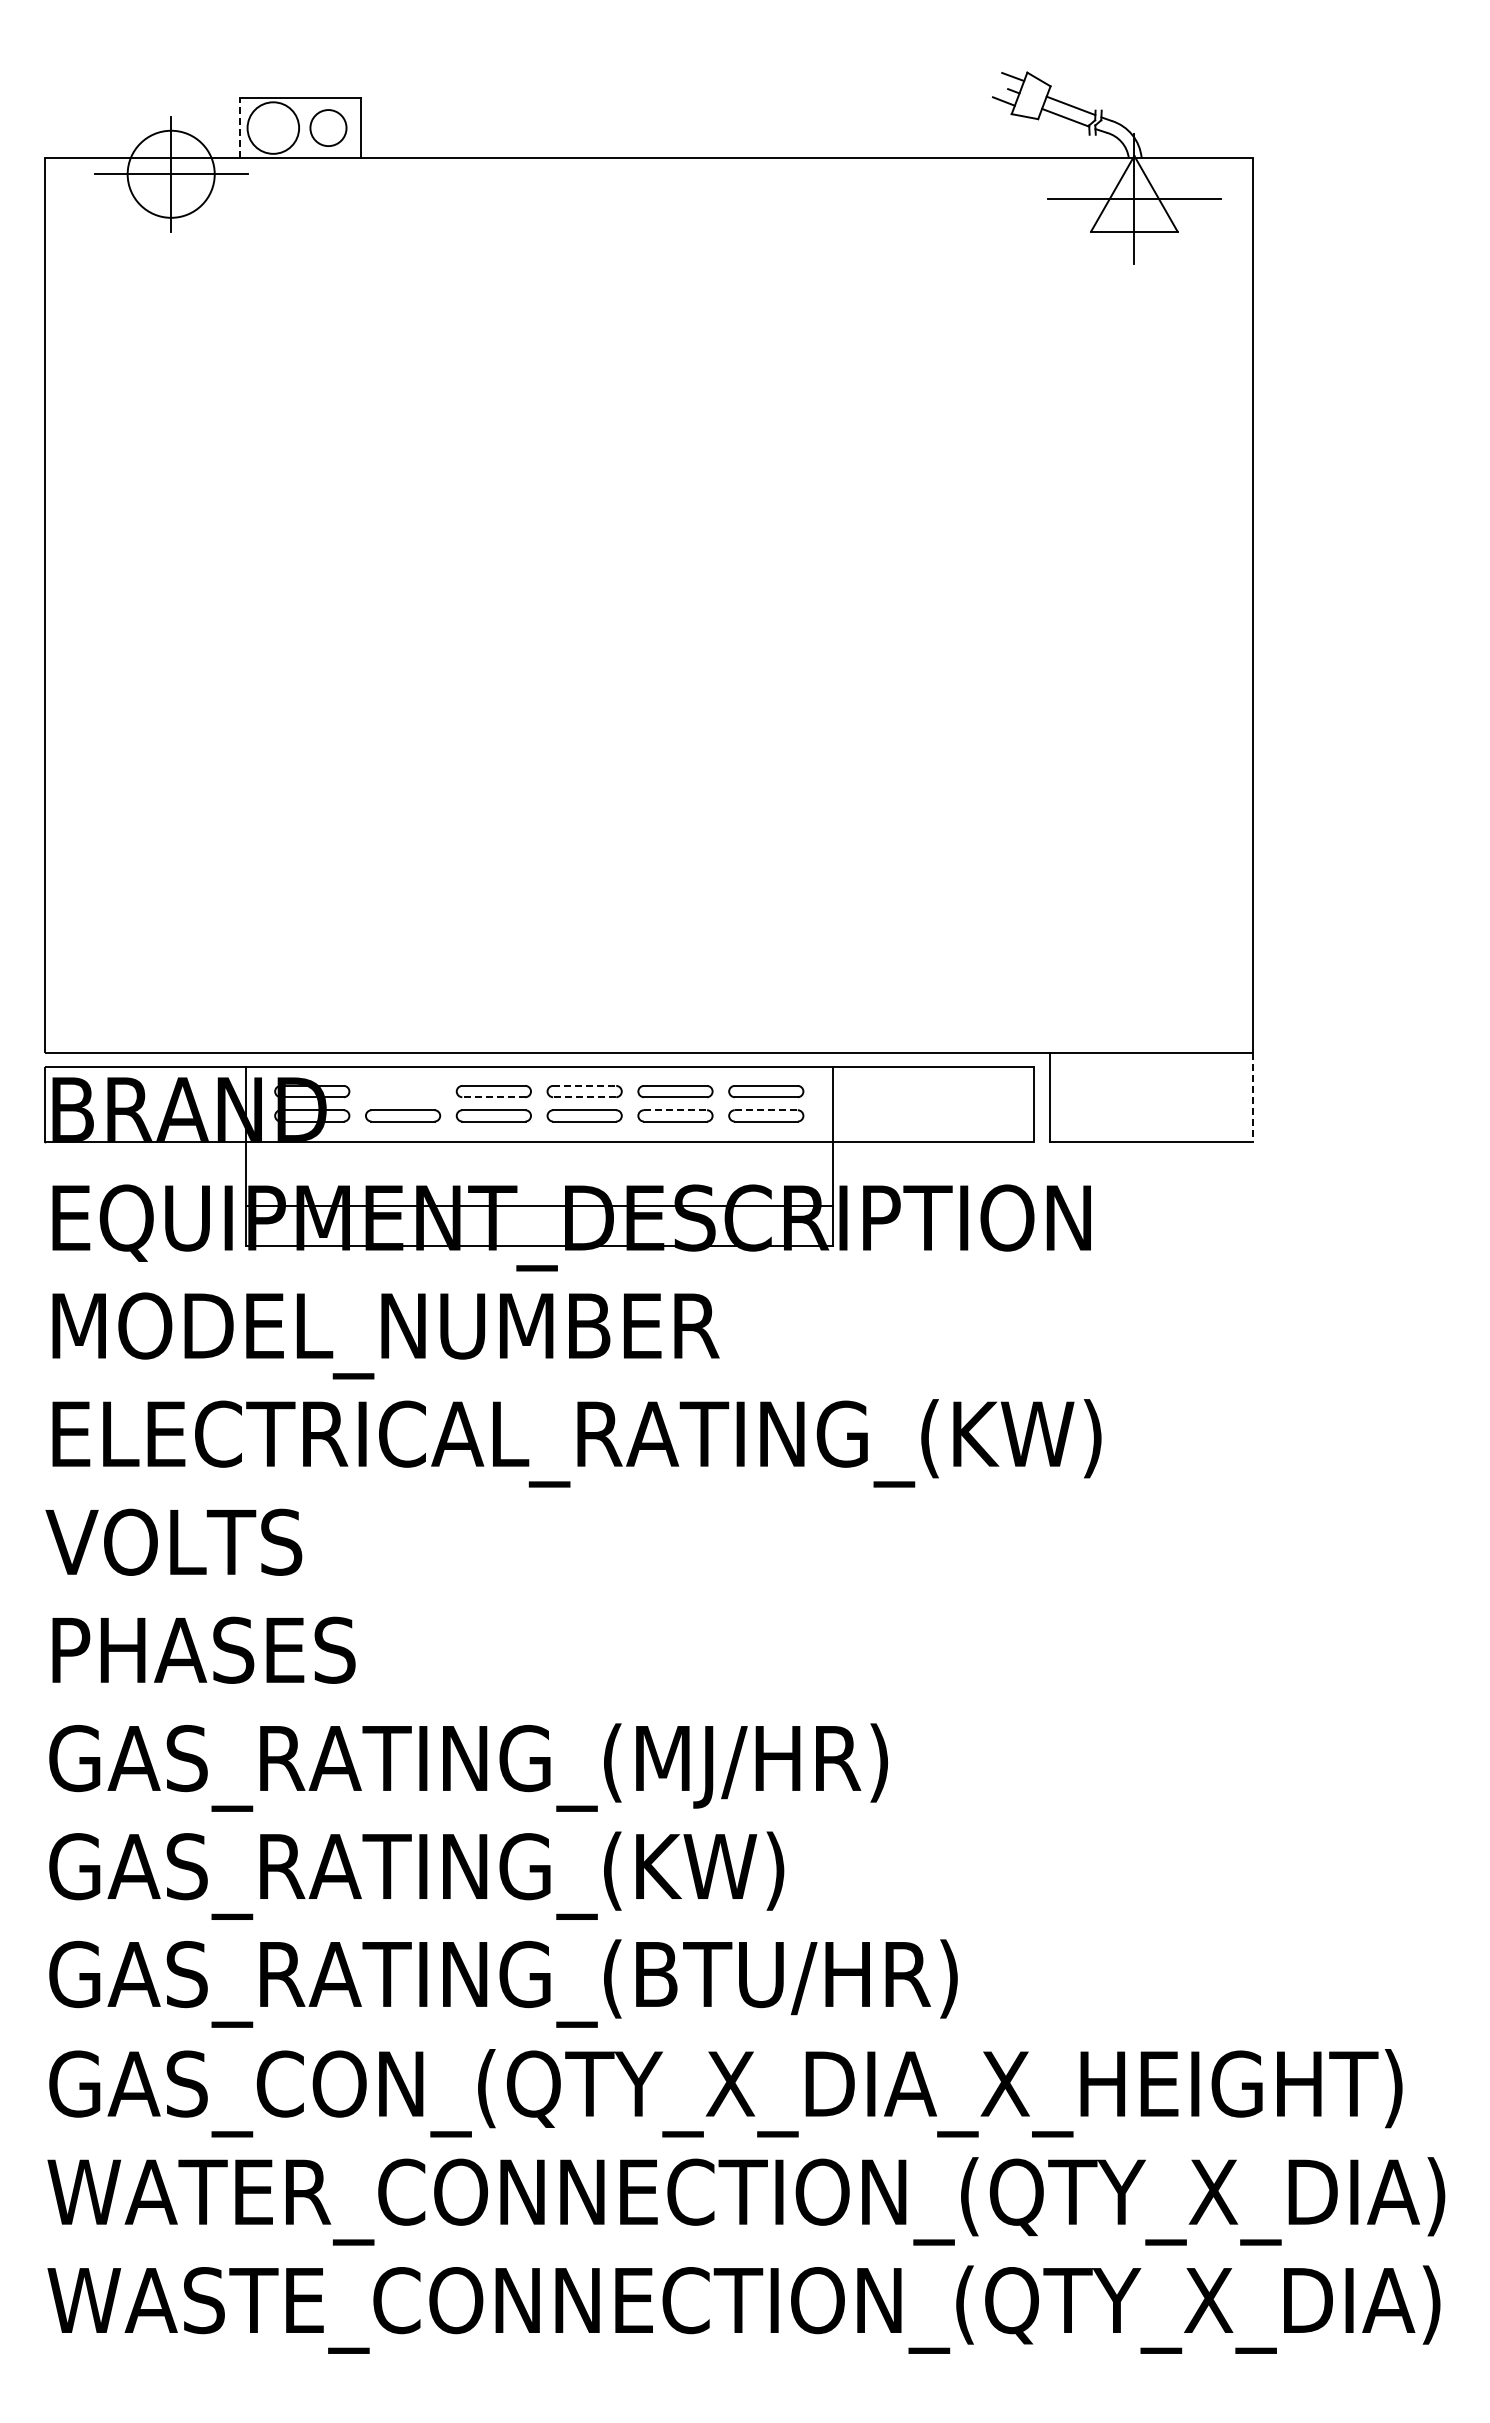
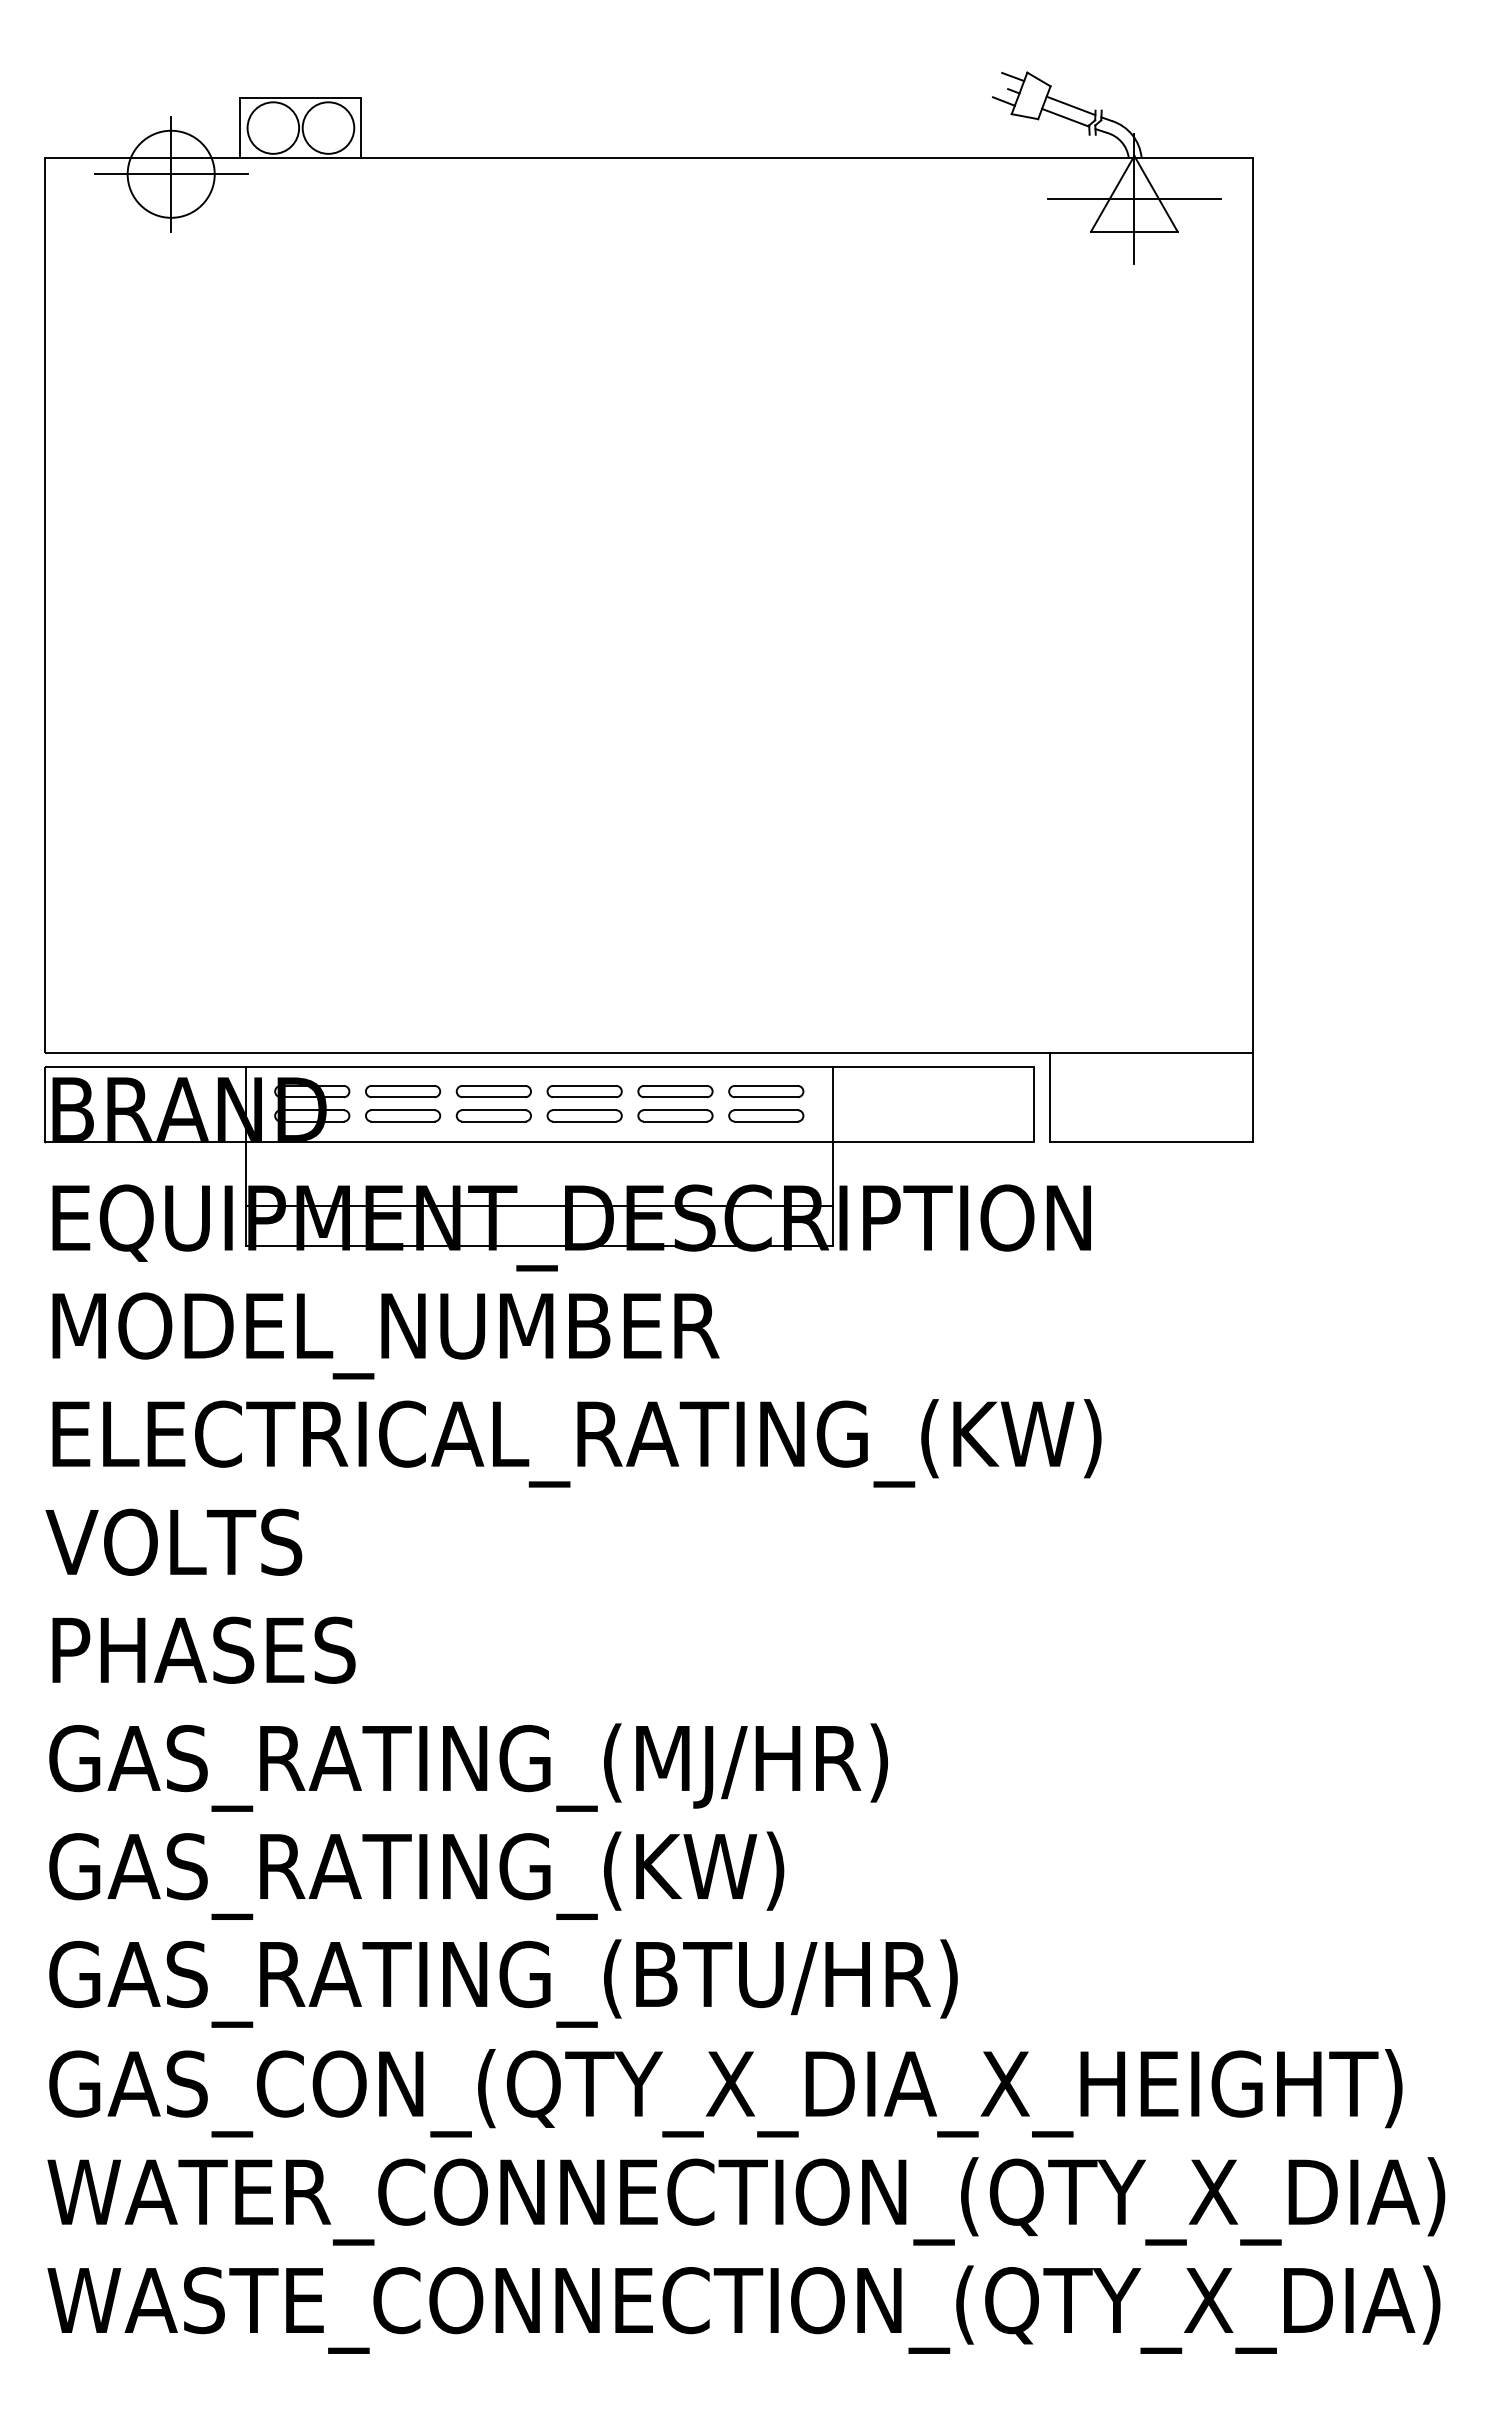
line at (240, 128): dashed -> solid
circle at (328, 128) diameter: 36 px -> 52 px
line at (584, 1085): dashed -> solid
part at (403, 1091): none -> present
line at (493, 1097): dashed -> solid
line at (584, 1097): dashed -> solid
line at (1252, 1097): dashed -> solid
line at (675, 1110): dashed -> solid
line at (766, 1110): dashed -> solid
